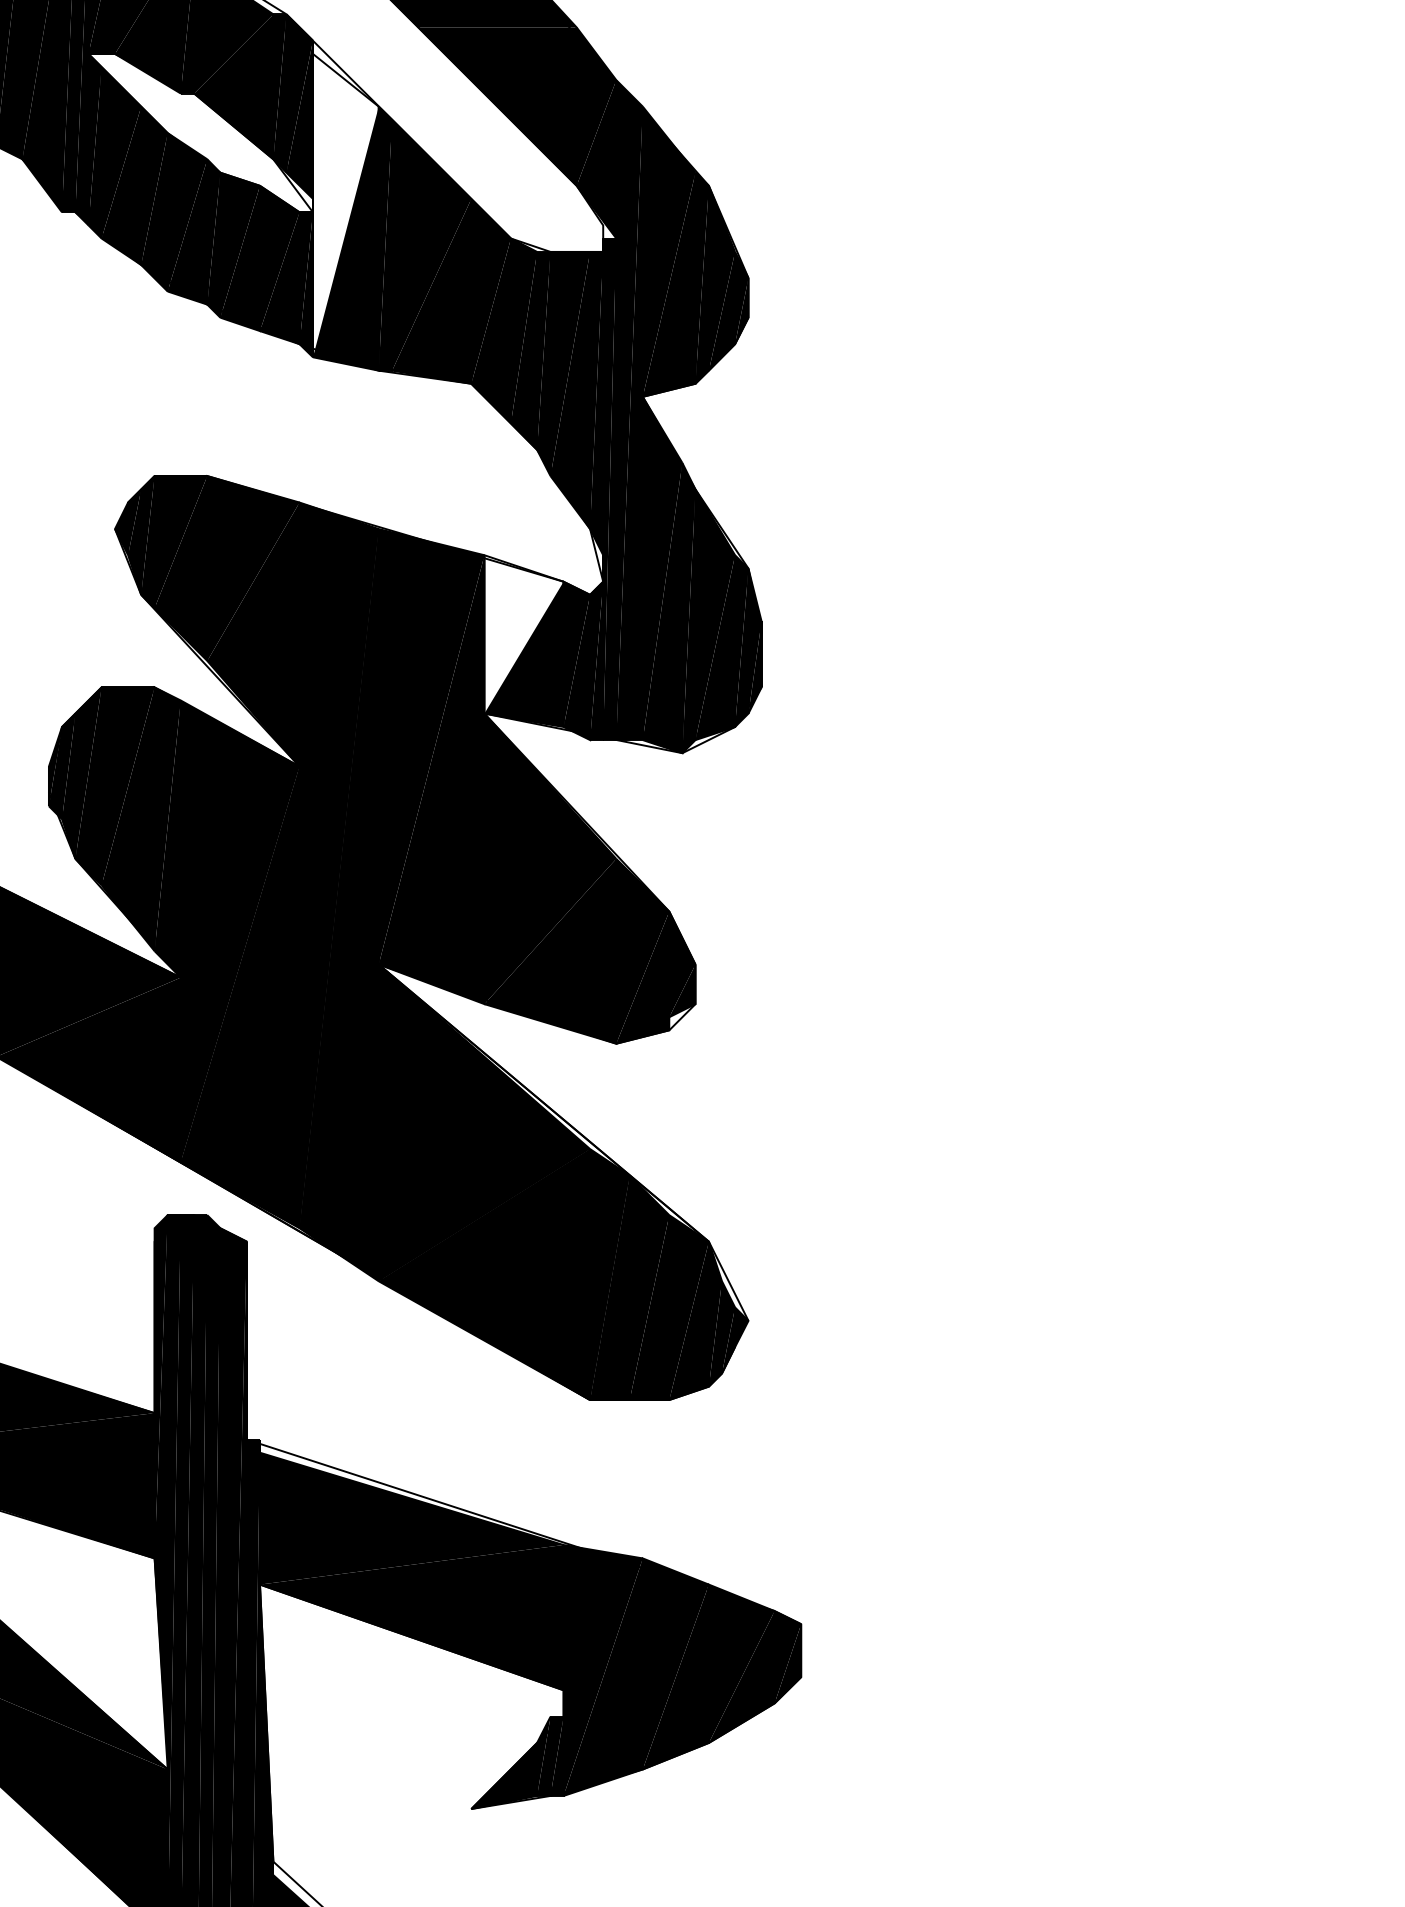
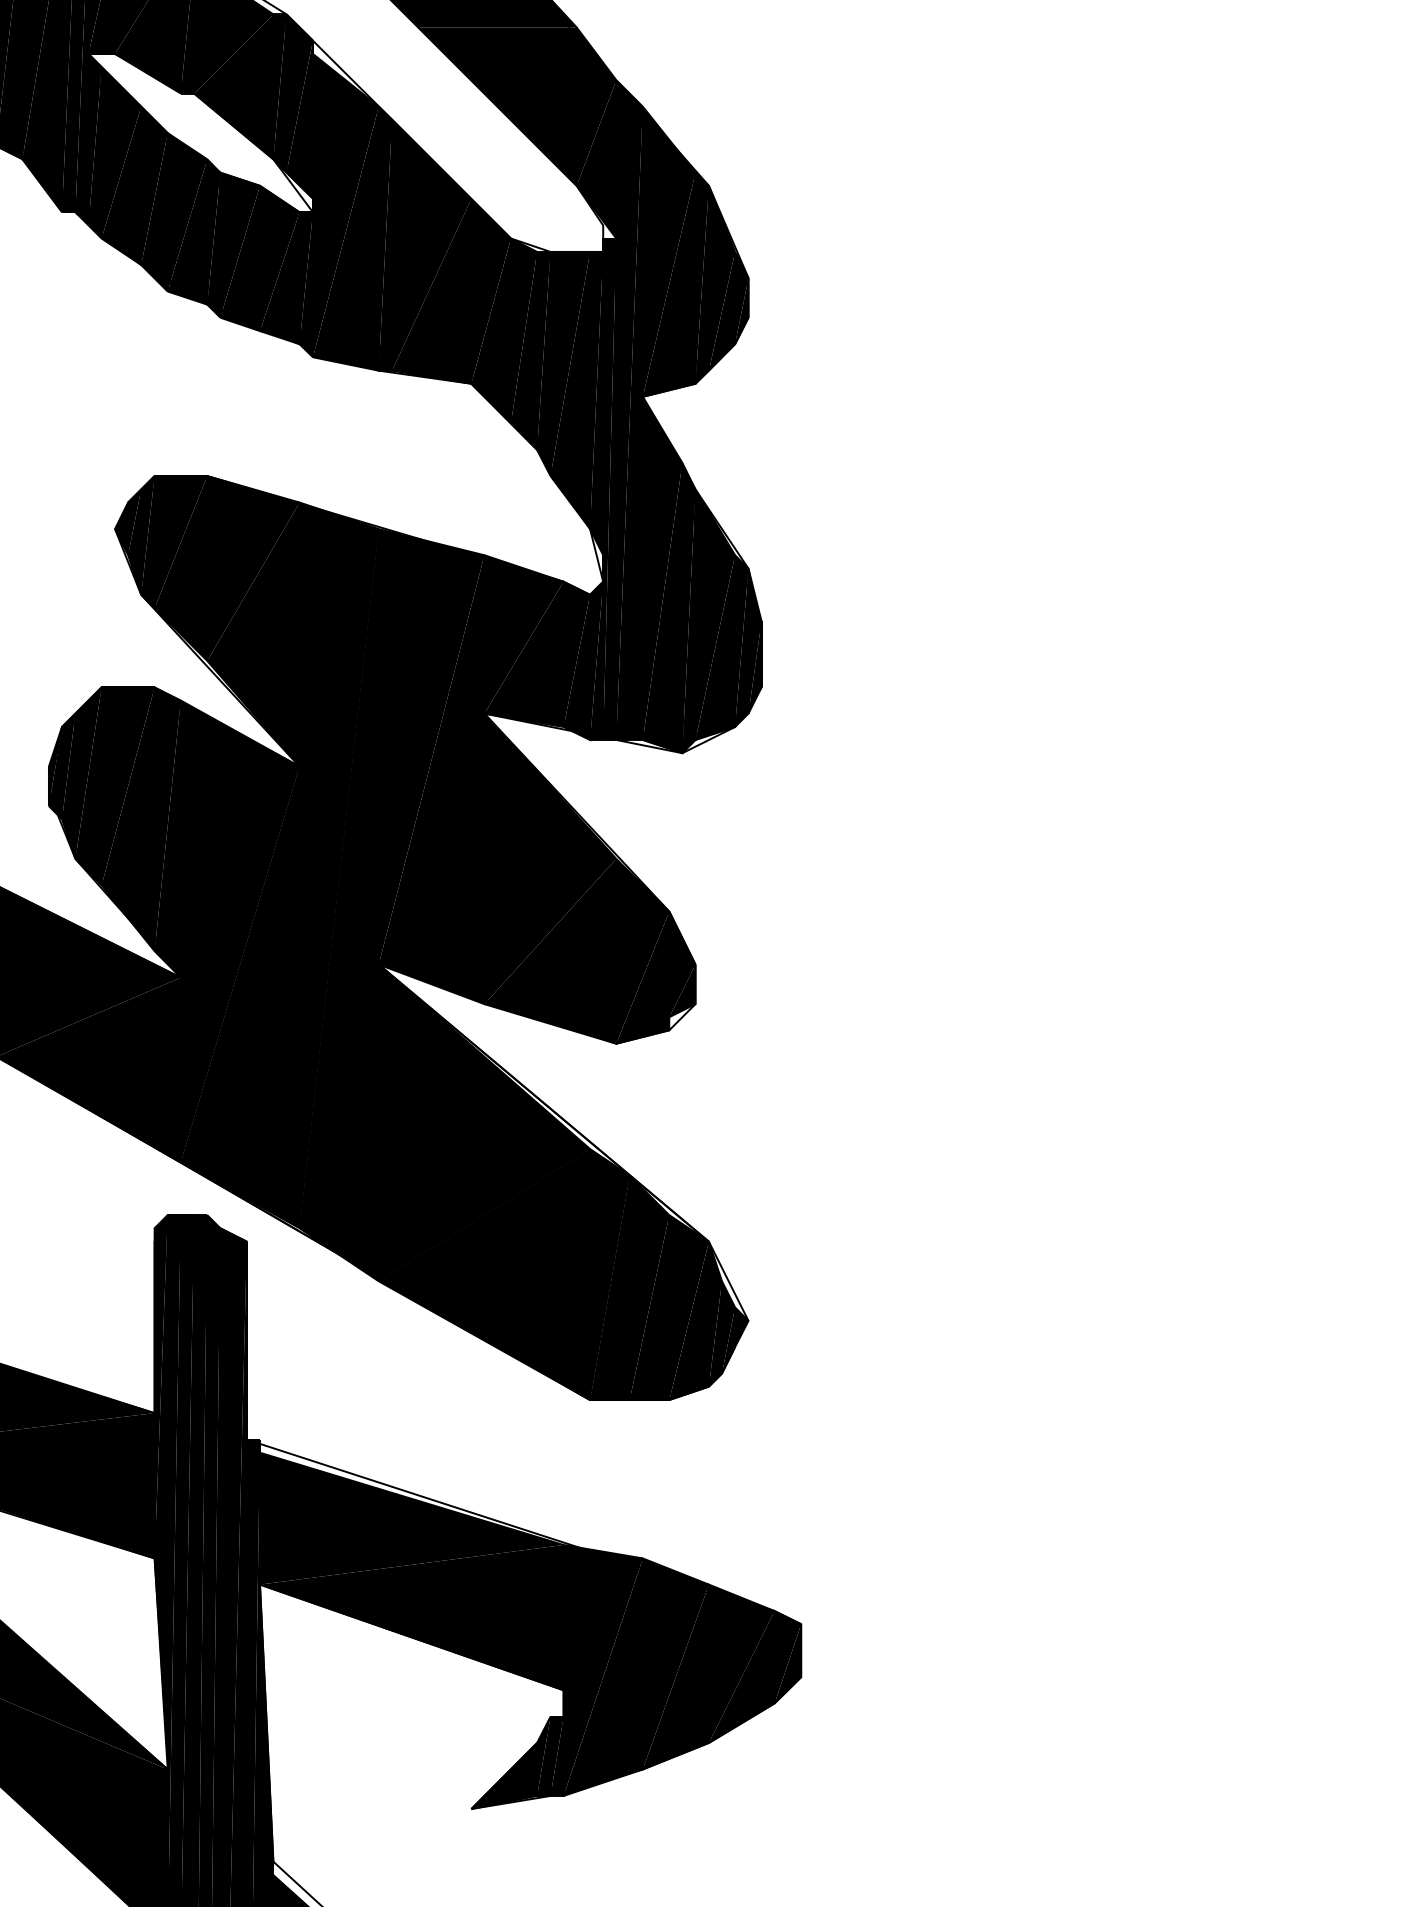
fill at (345, 205): none -> present
fill at (523, 634): none -> present
